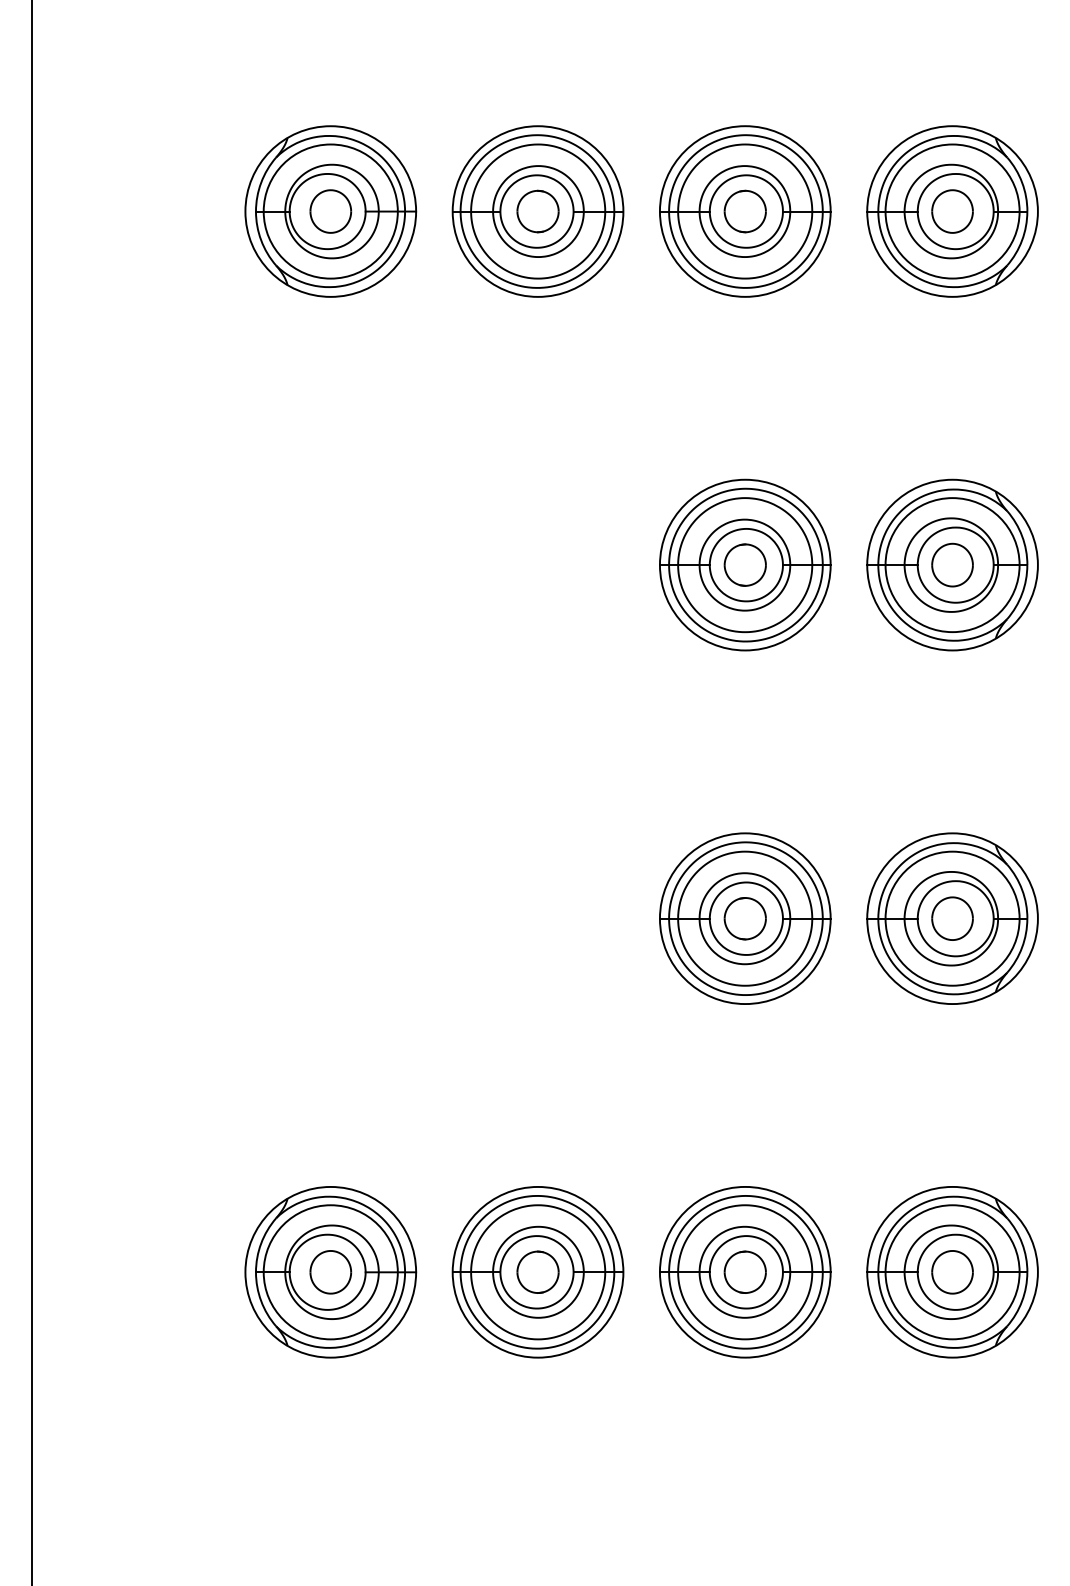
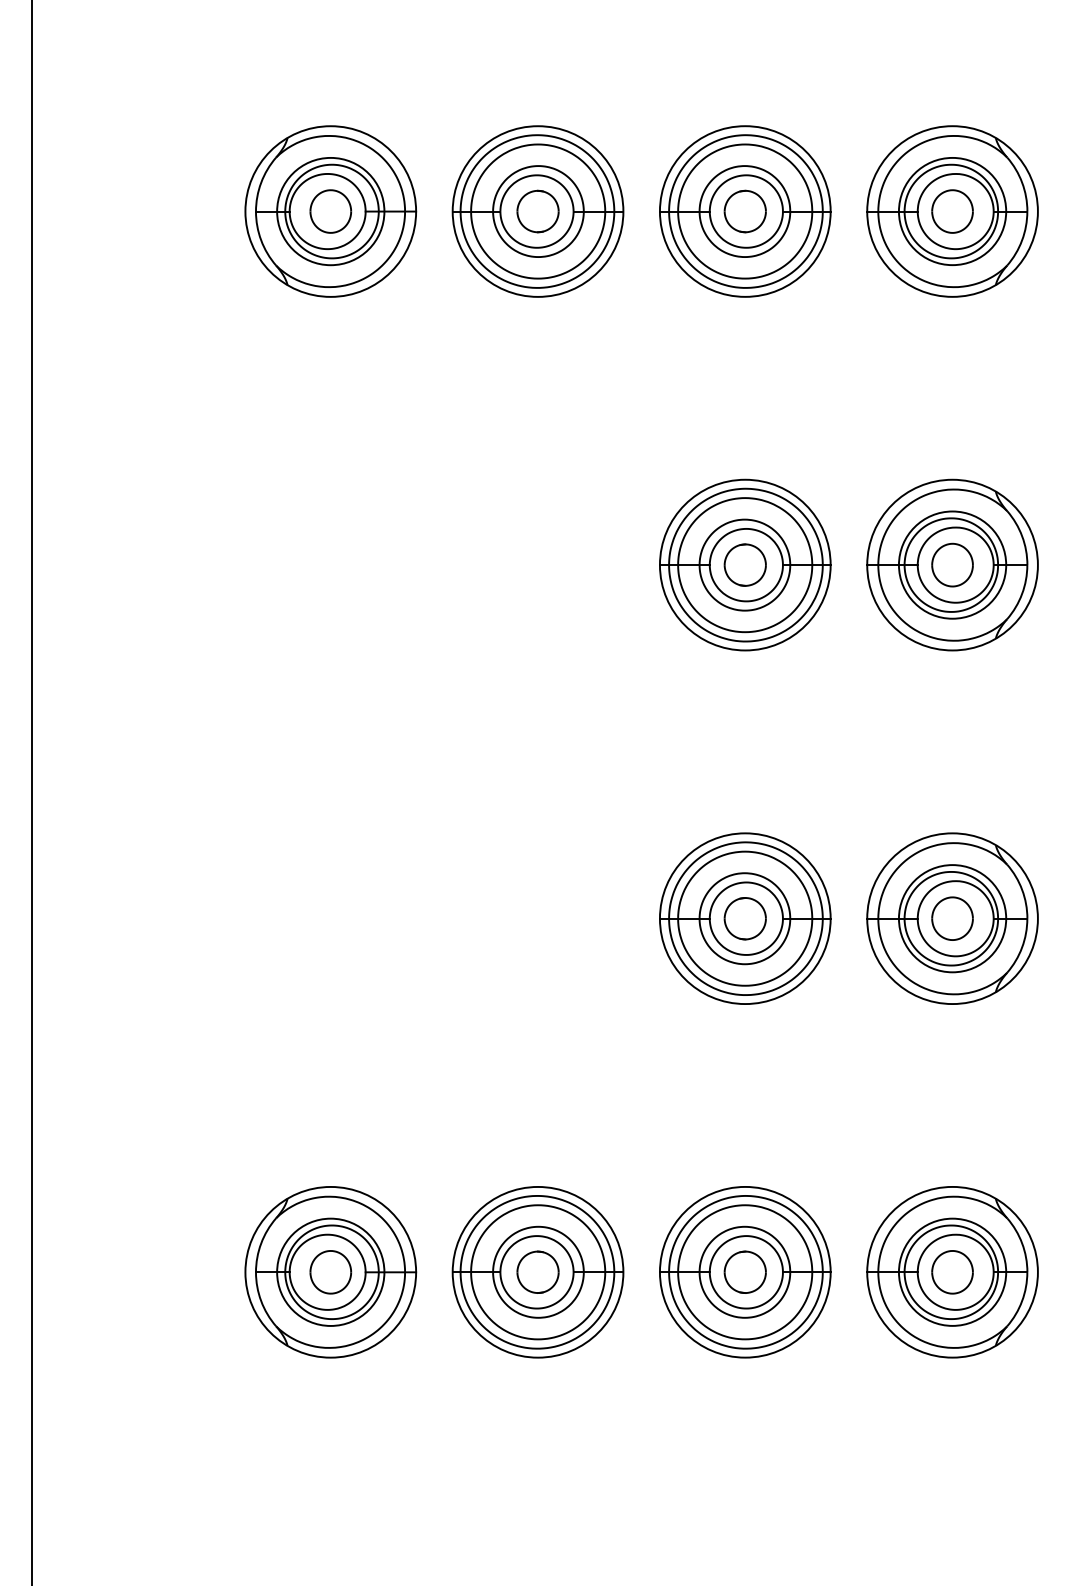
circle at (330, 211) diameter: 134 px -> 107 px
circle at (952, 211) diameter: 134 px -> 107 px
circle at (952, 565) diameter: 134 px -> 107 px
circle at (952, 918) diameter: 134 px -> 107 px
circle at (330, 1272) diameter: 134 px -> 107 px
circle at (952, 1272) diameter: 134 px -> 107 px
